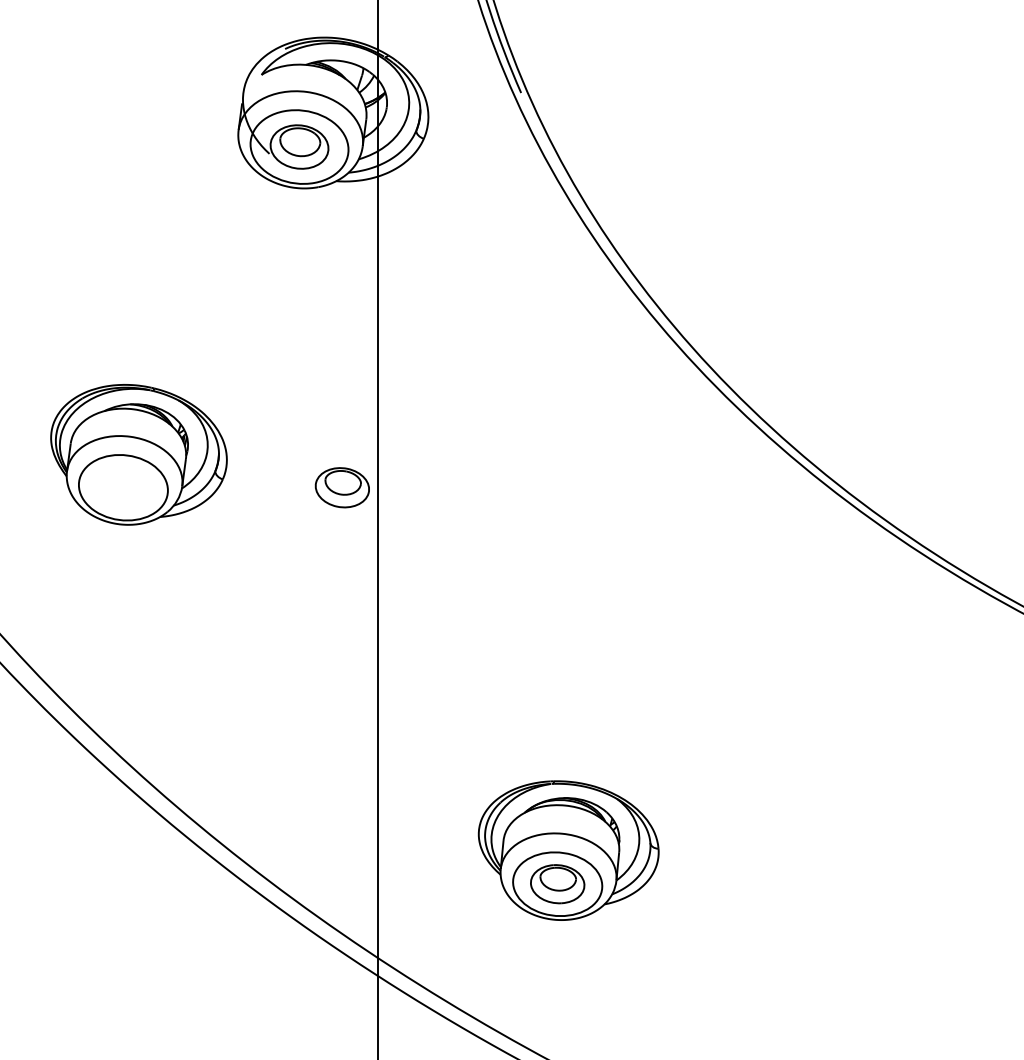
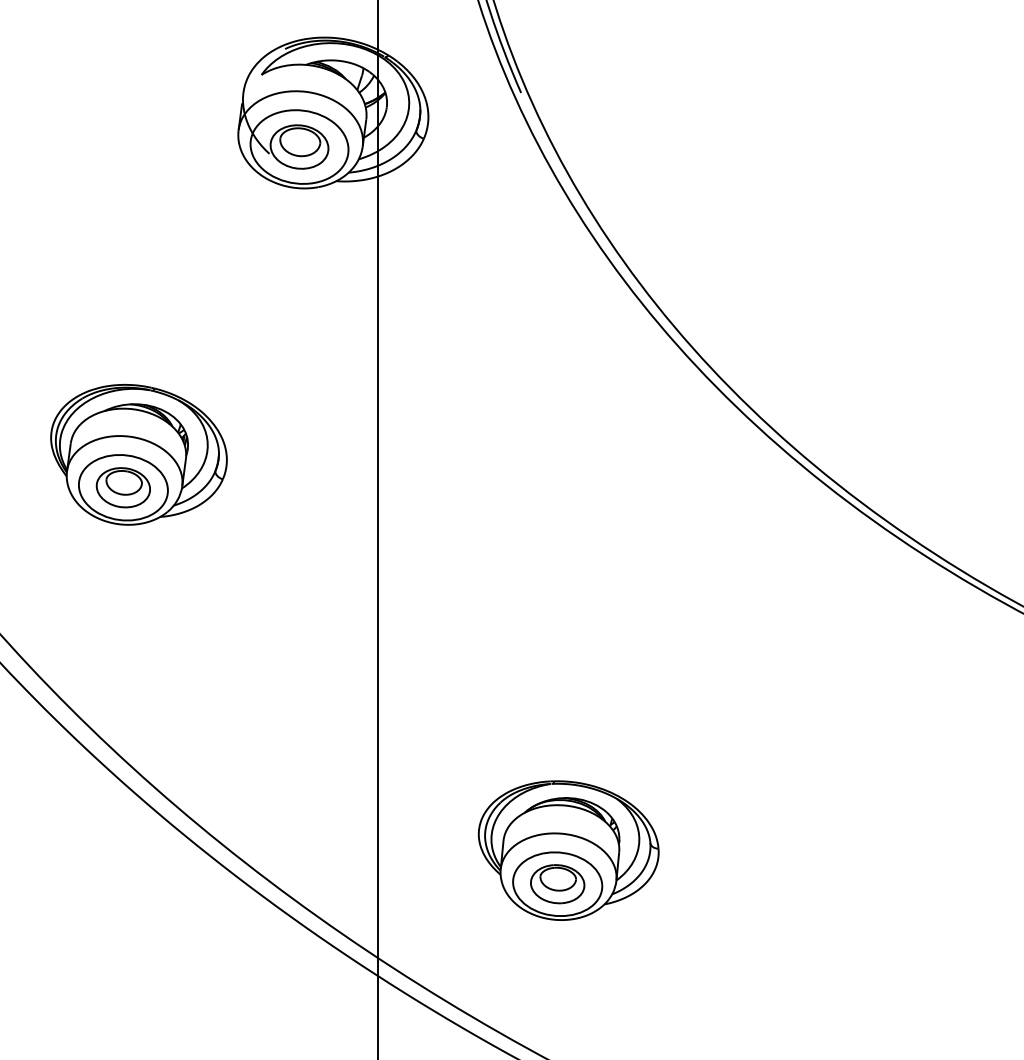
part at (341, 487) position: (341, 487) -> (122, 487)
